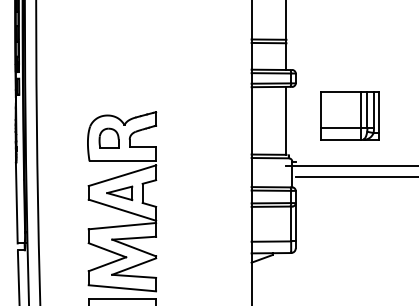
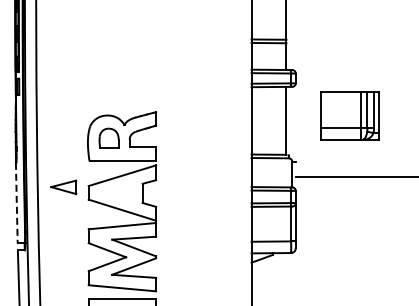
line at (350, 165): present -> none
part at (119, 193) position: (119, 193) -> (63, 187)
line at (16, 203): solid -> dashed
